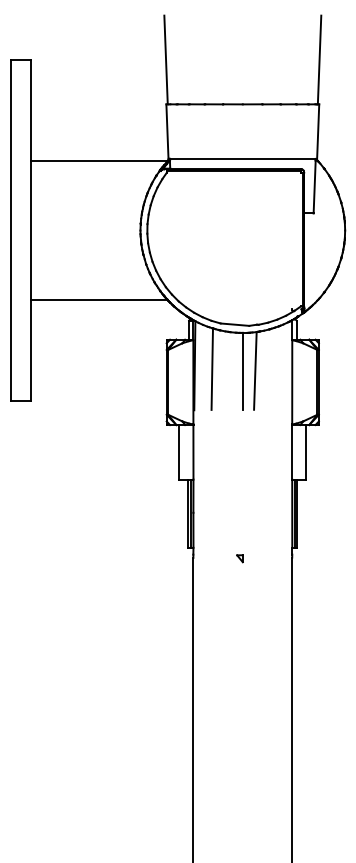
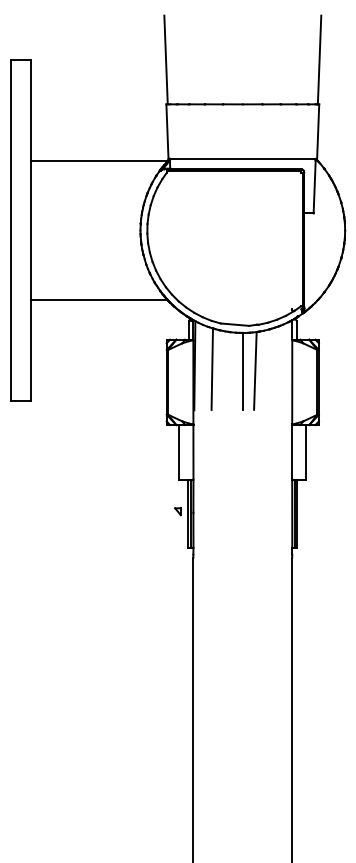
part at (239, 558) position: (239, 558) -> (177, 511)
